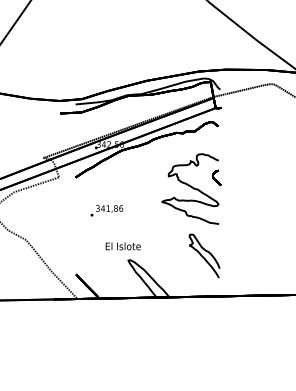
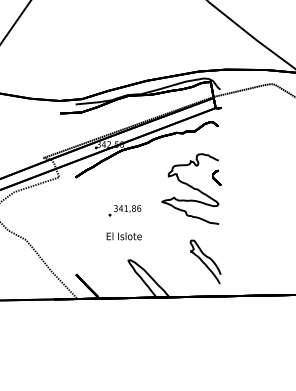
text at (106, 210) position: (106, 210) -> (124, 210)
text at (122, 246) position: (122, 246) -> (123, 236)
curve at (203, 256) position: (203, 256) -> (204, 262)
